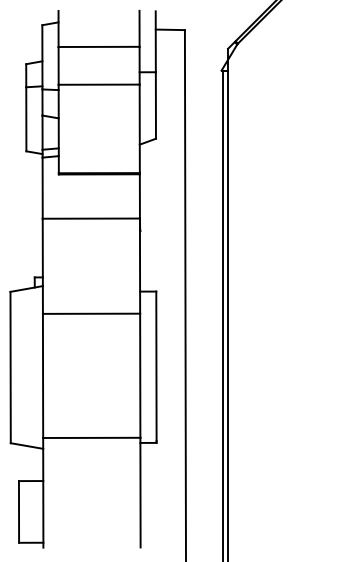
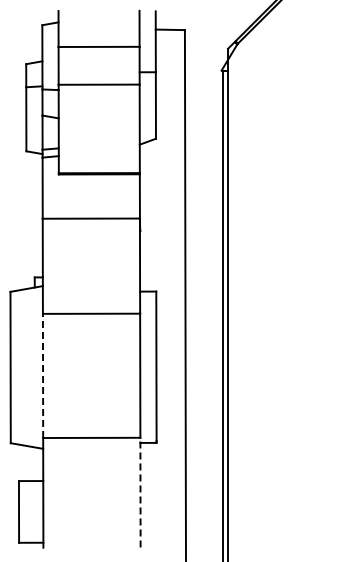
line at (43, 375): solid -> dashed
line at (140, 492): solid -> dashed
